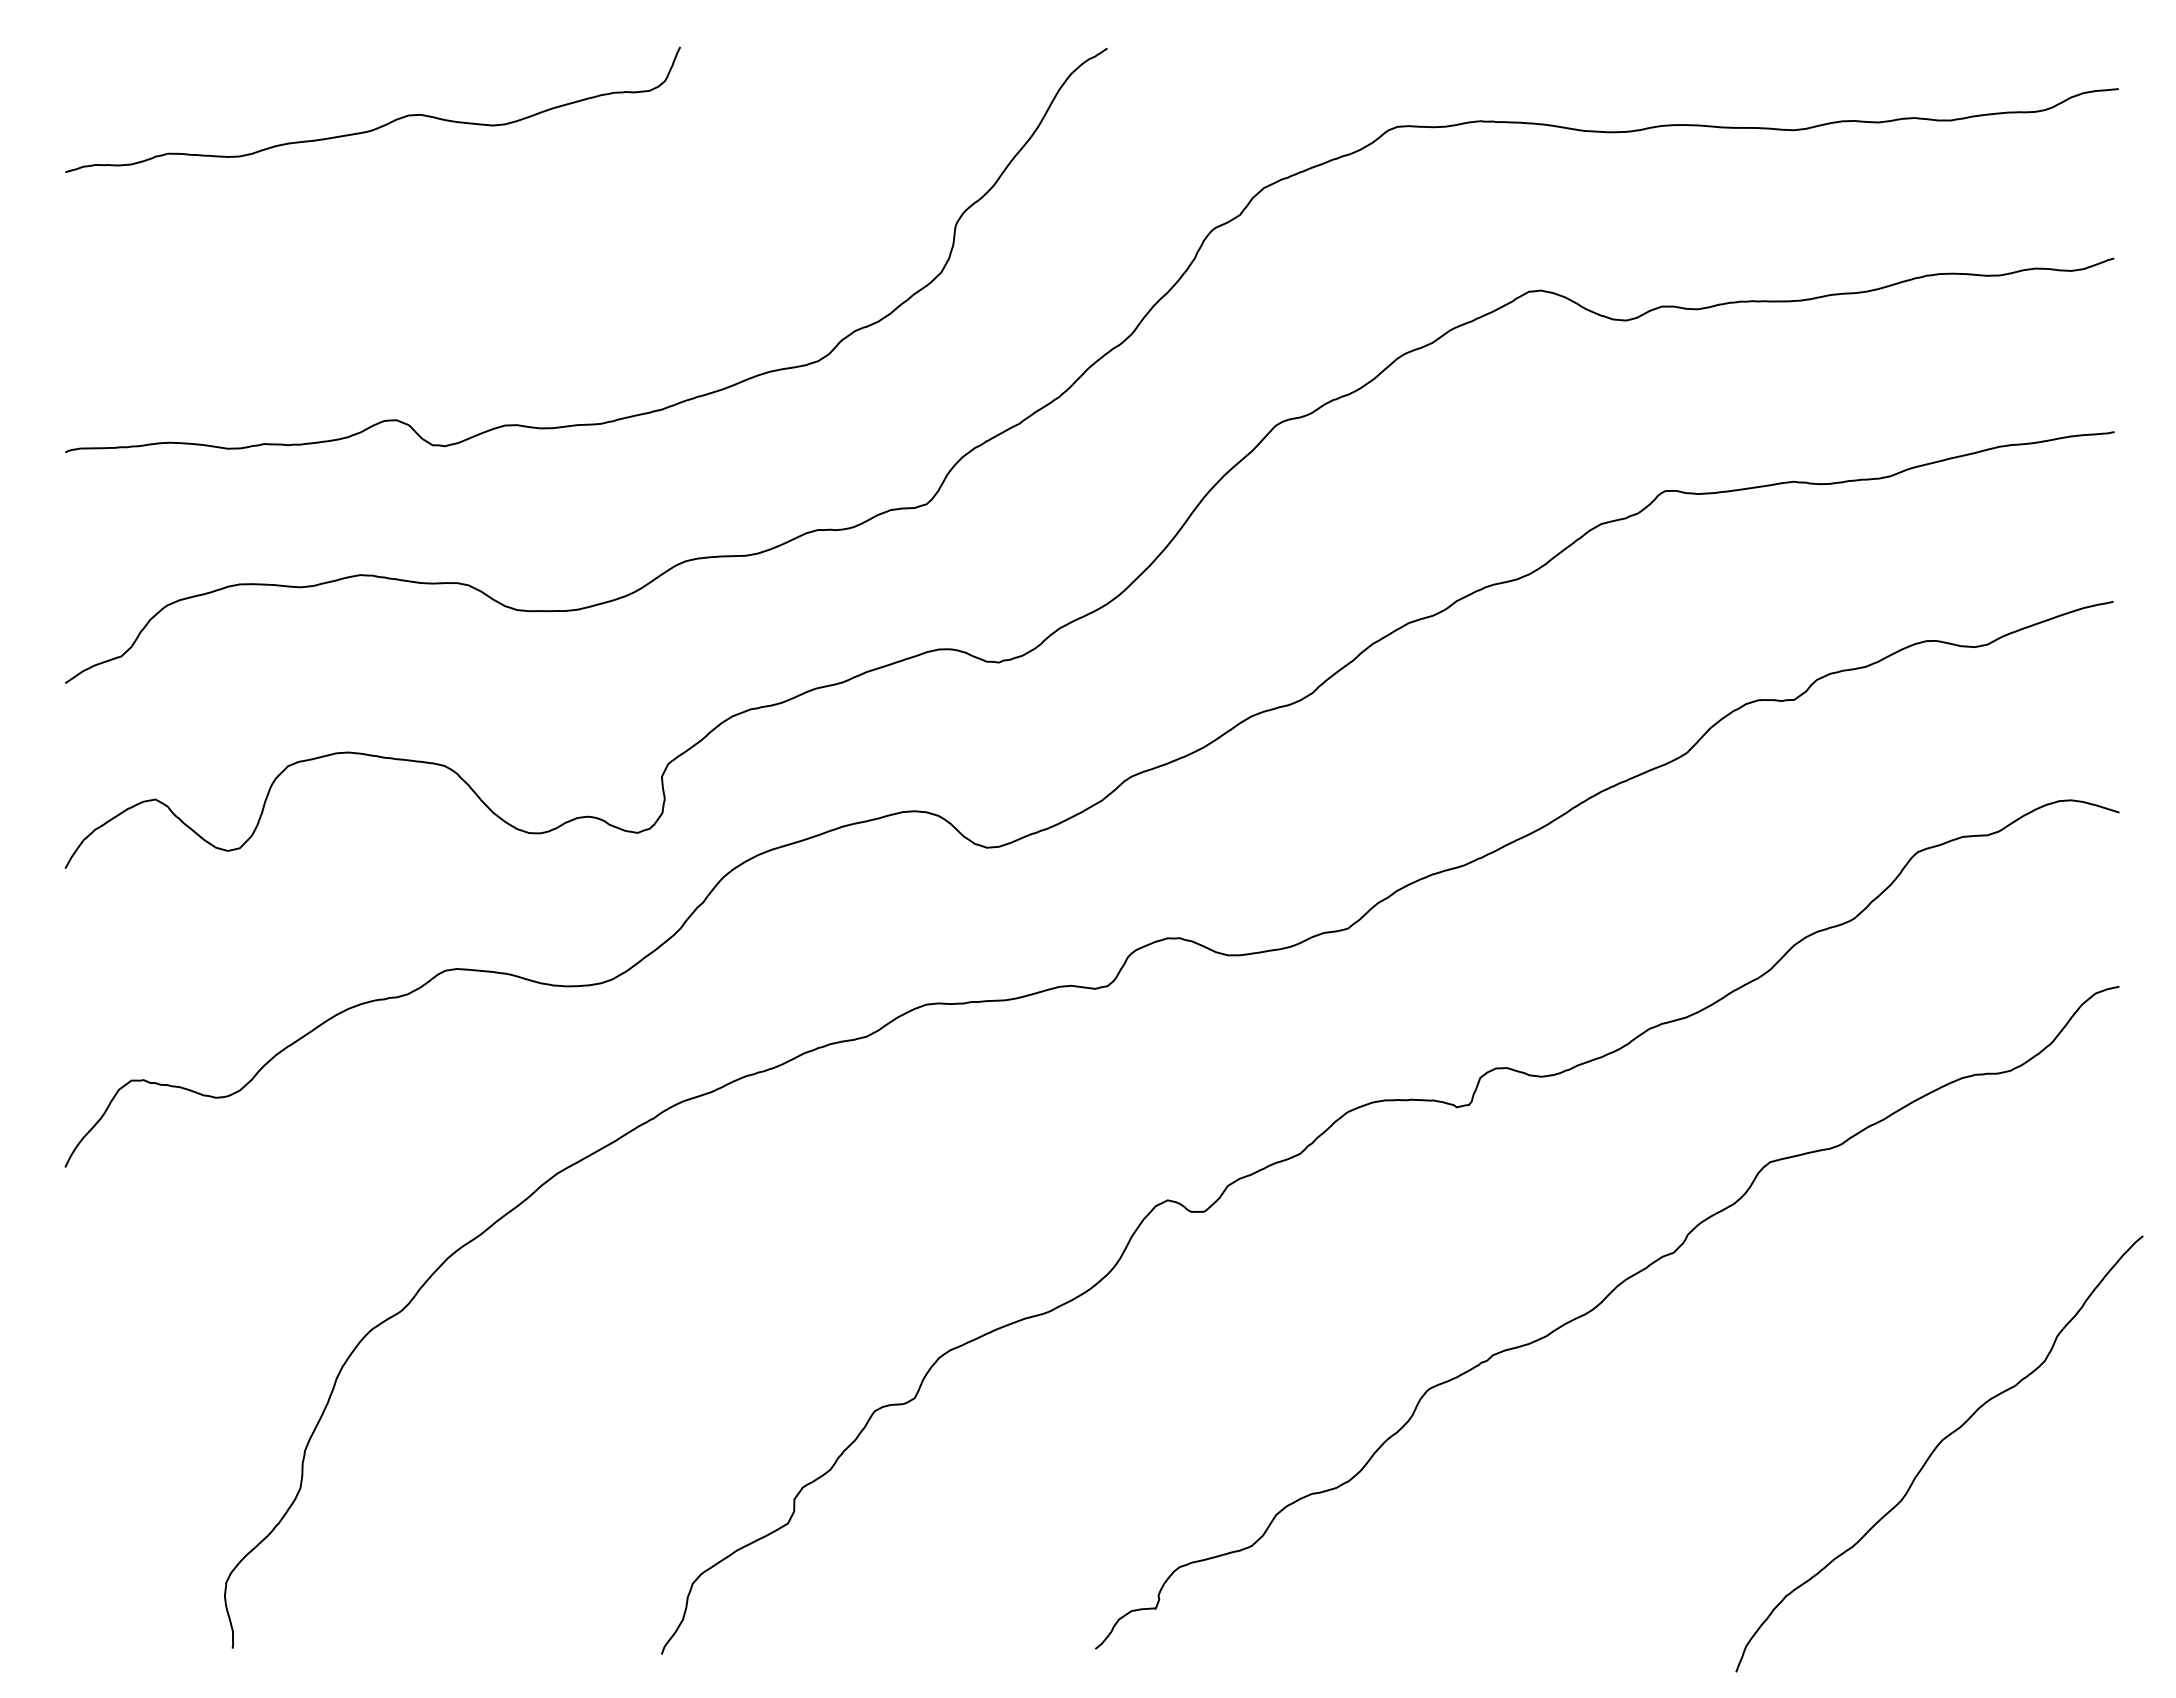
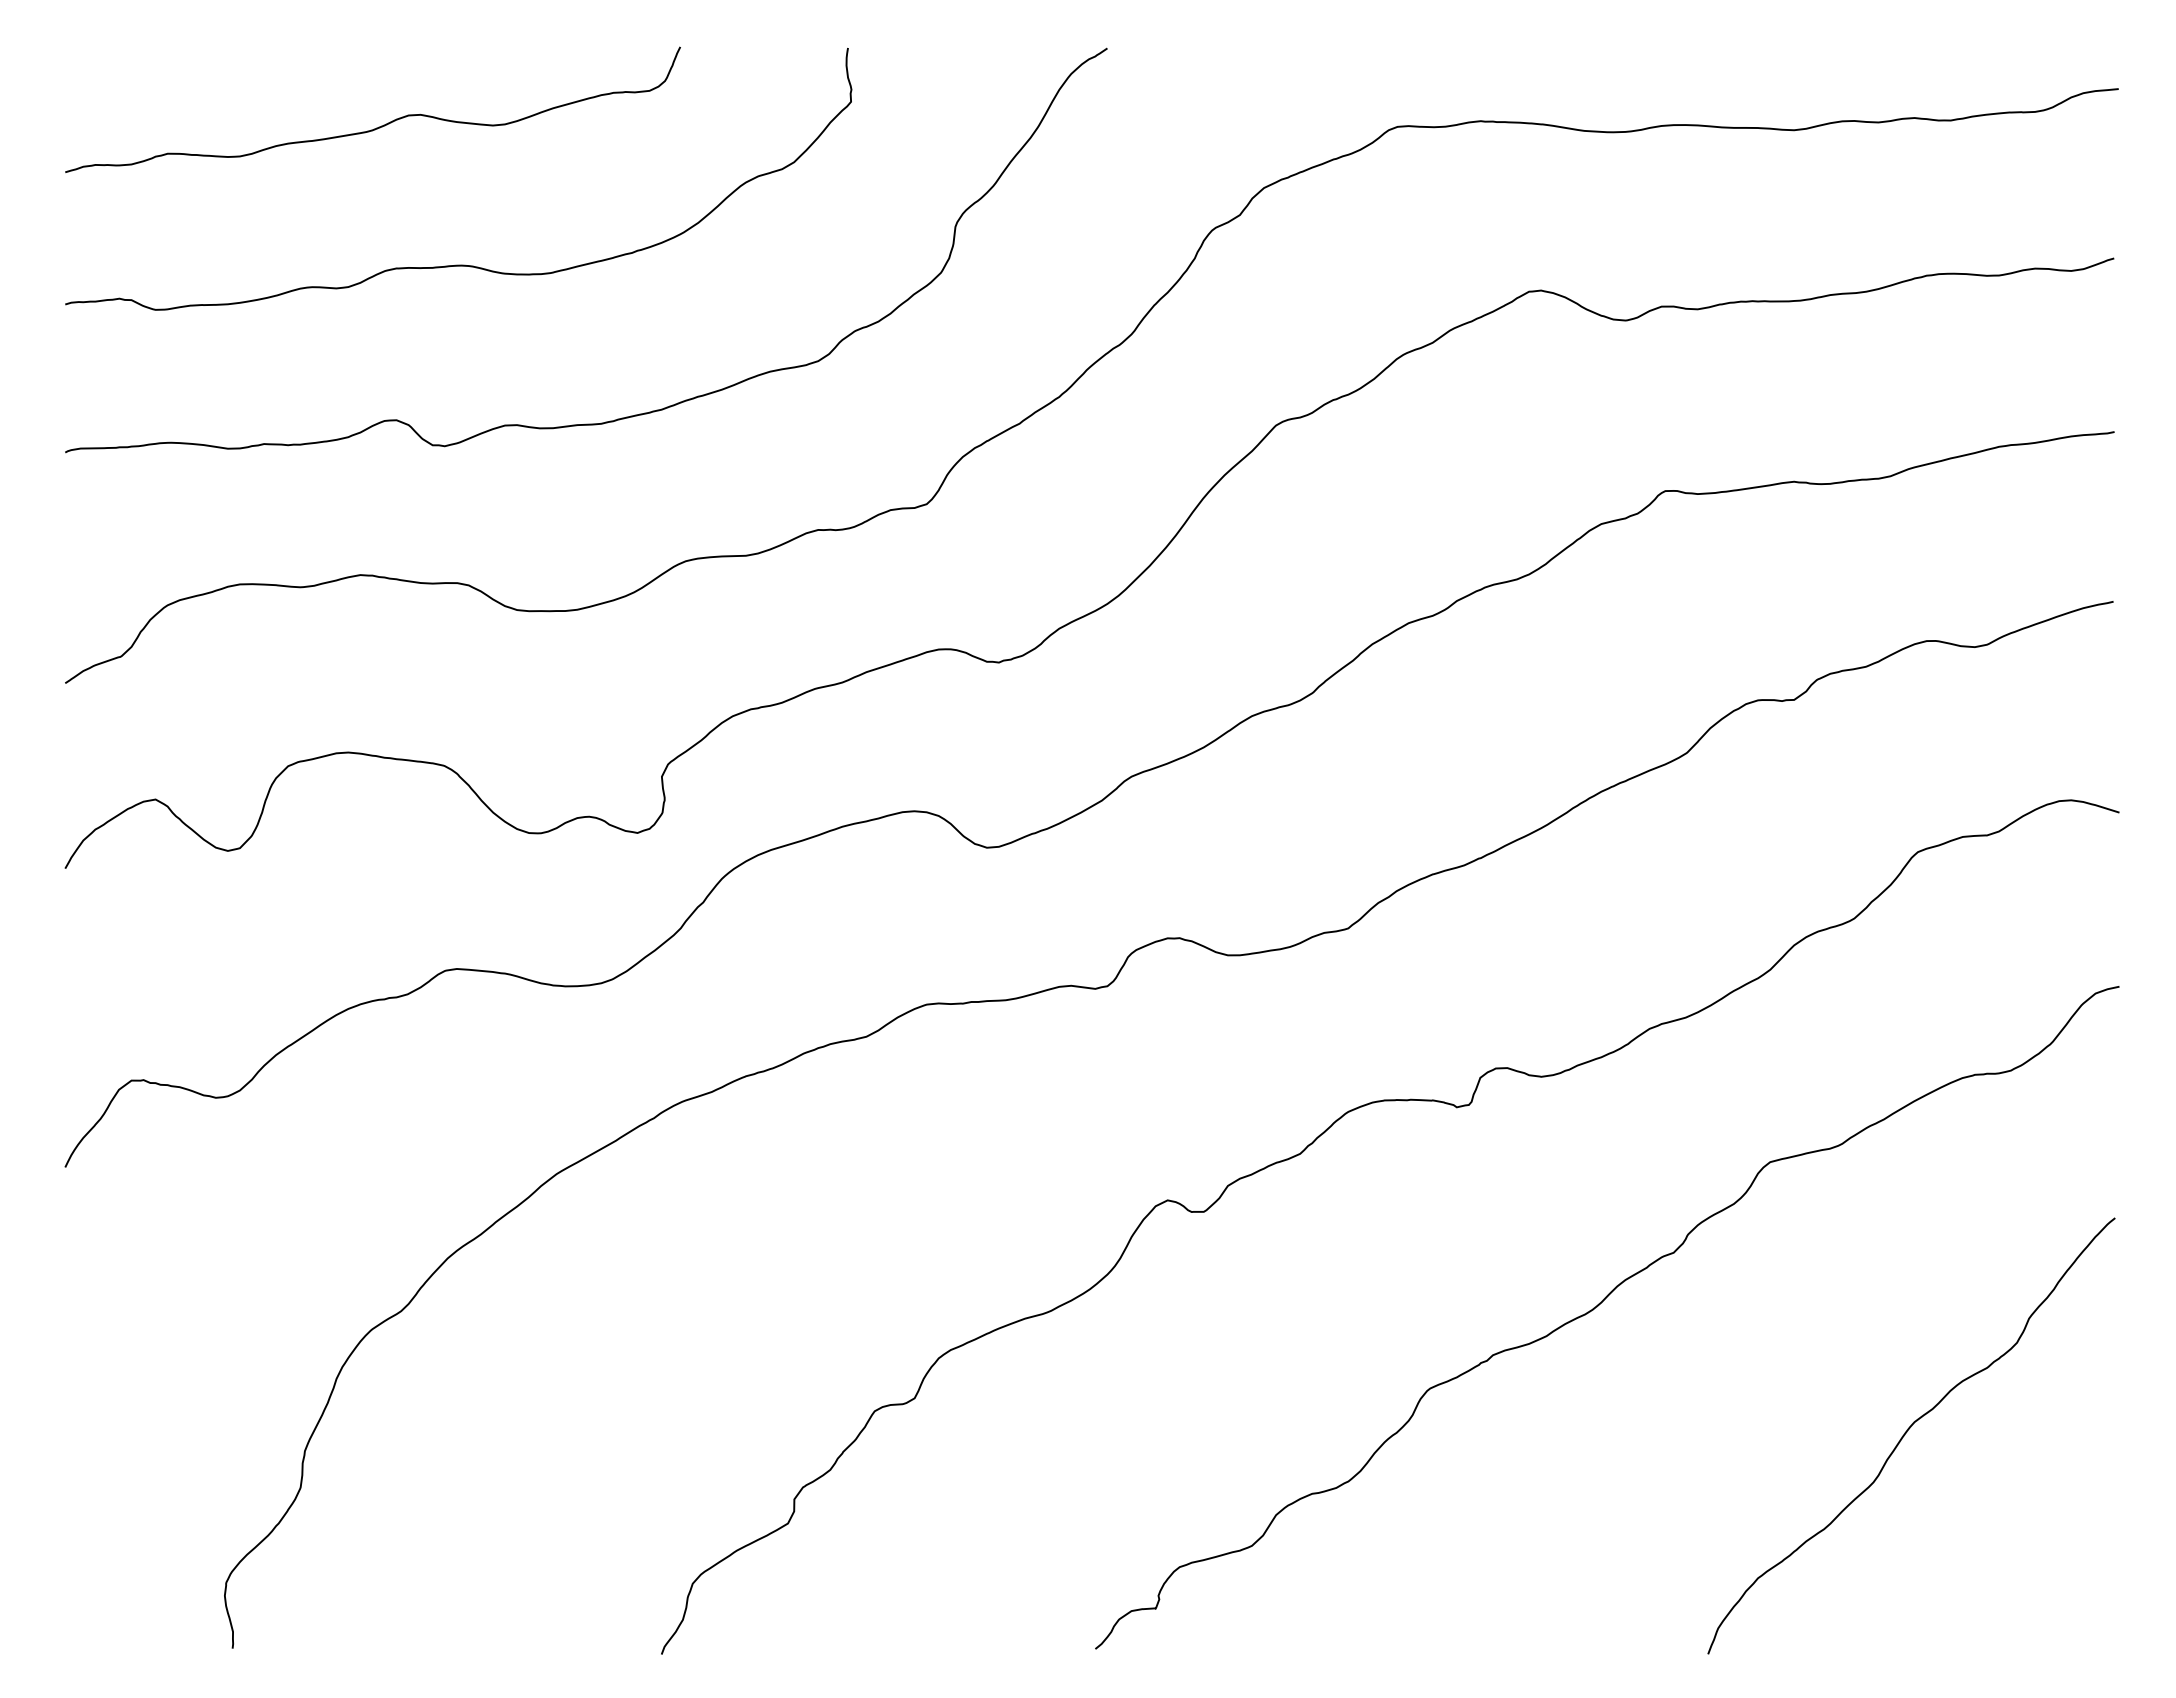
curve at (458, 264): none -> present
curve at (1935, 1450) position: (1935, 1450) -> (1907, 1432)
